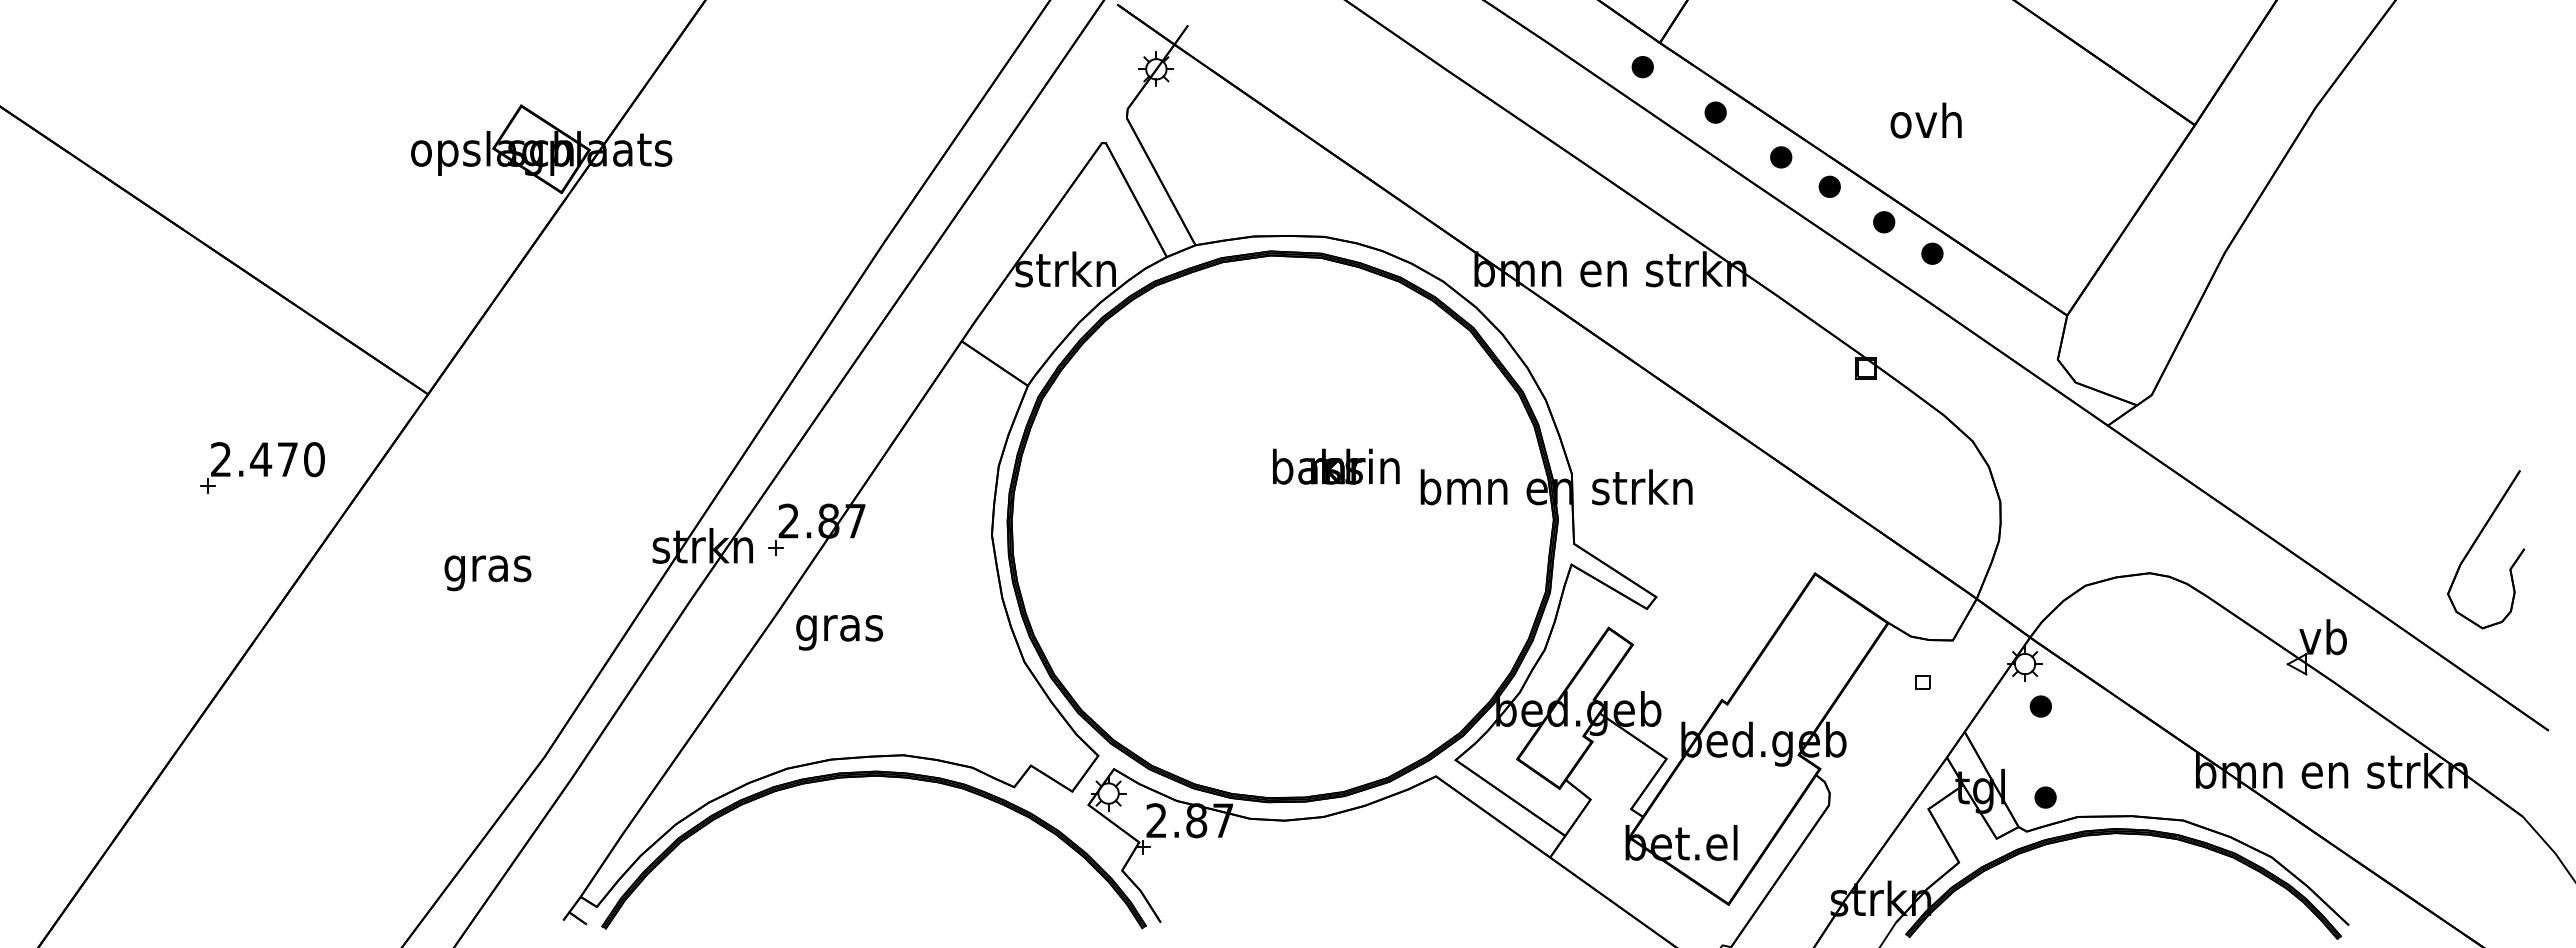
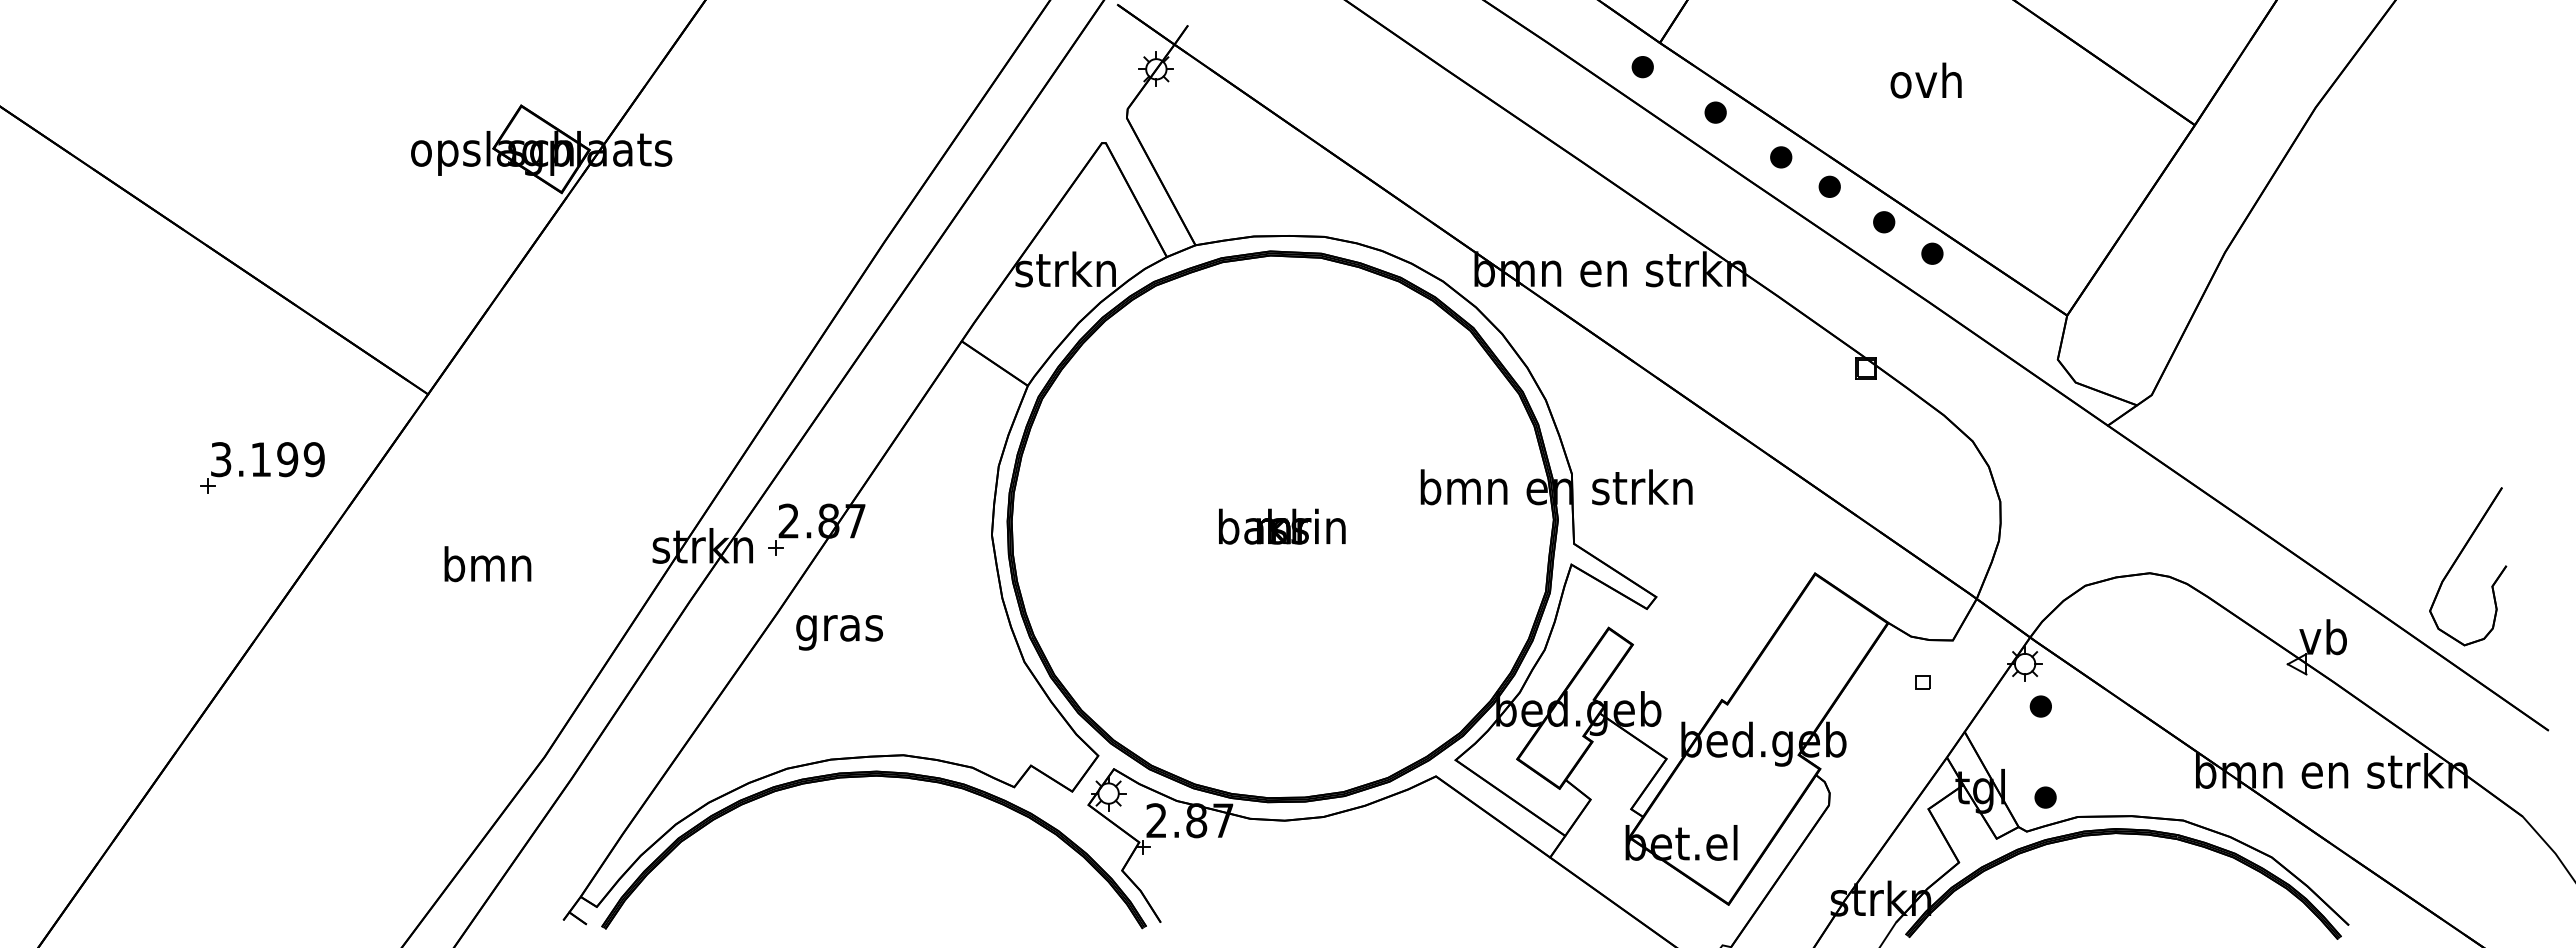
text at (1925, 120) position: (1925, 120) -> (1925, 80)
text at (267, 459): 2.470 -> 3.199
text at (1336, 466) position: (1336, 466) -> (1282, 526)
part at (2475, 543) position: (2475, 543) -> (2457, 560)
text at (487, 568): gras -> bmn
